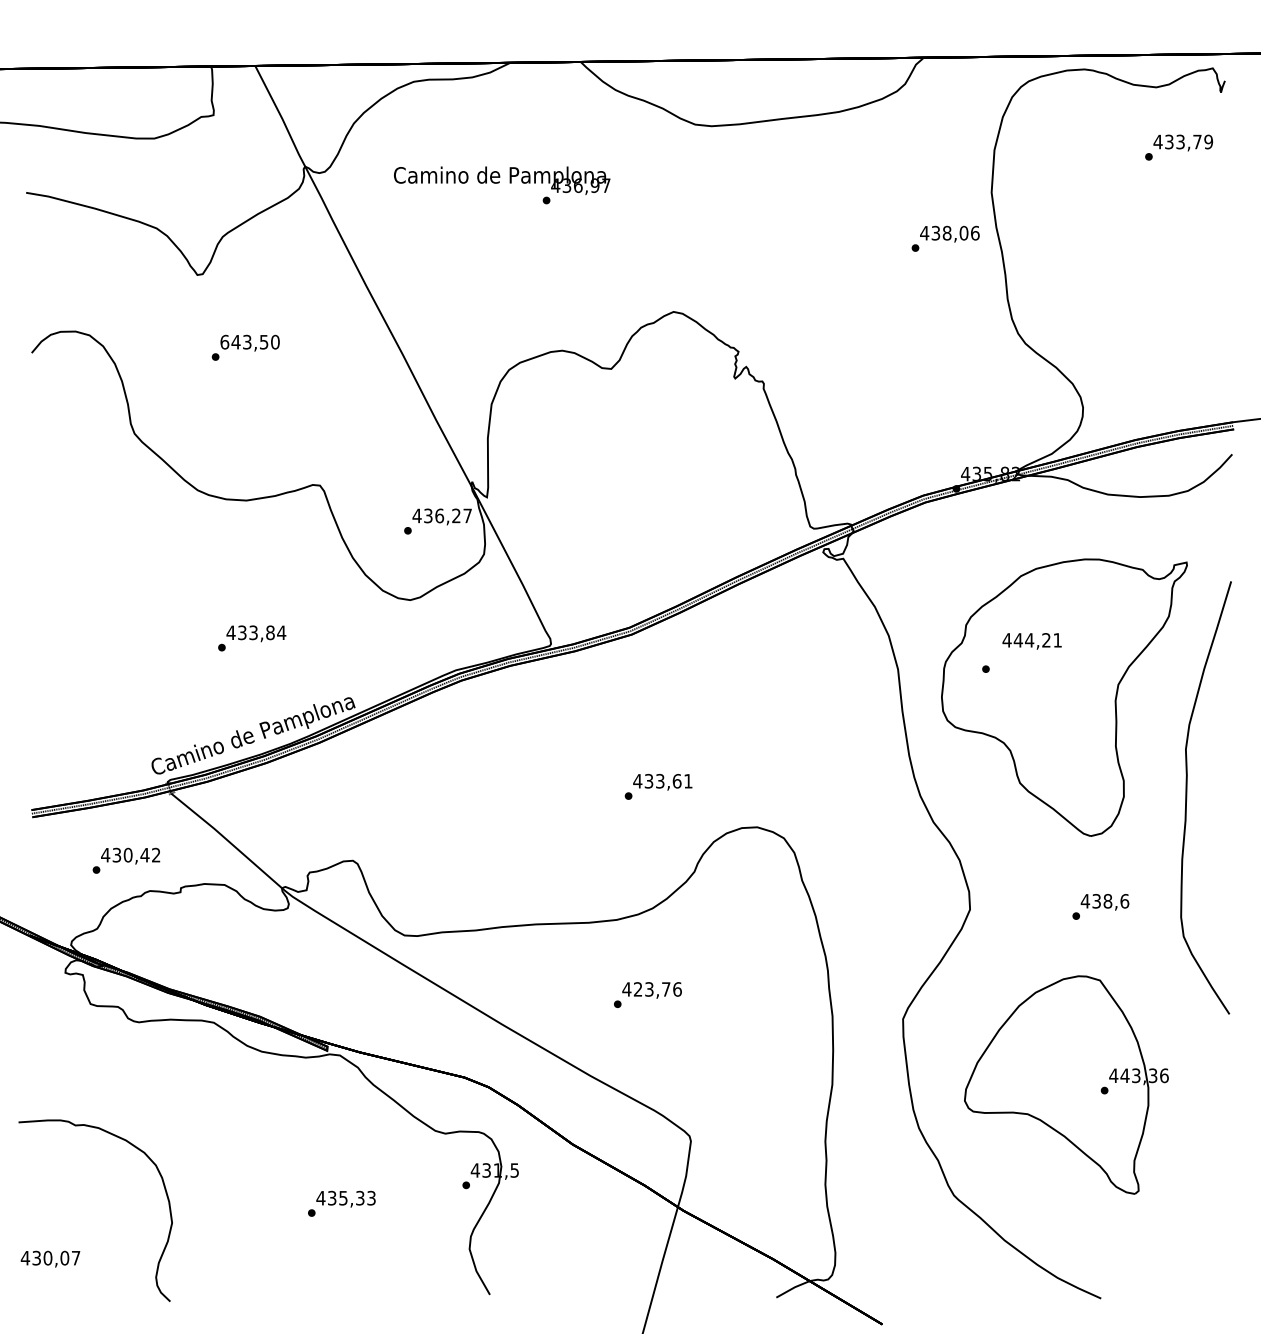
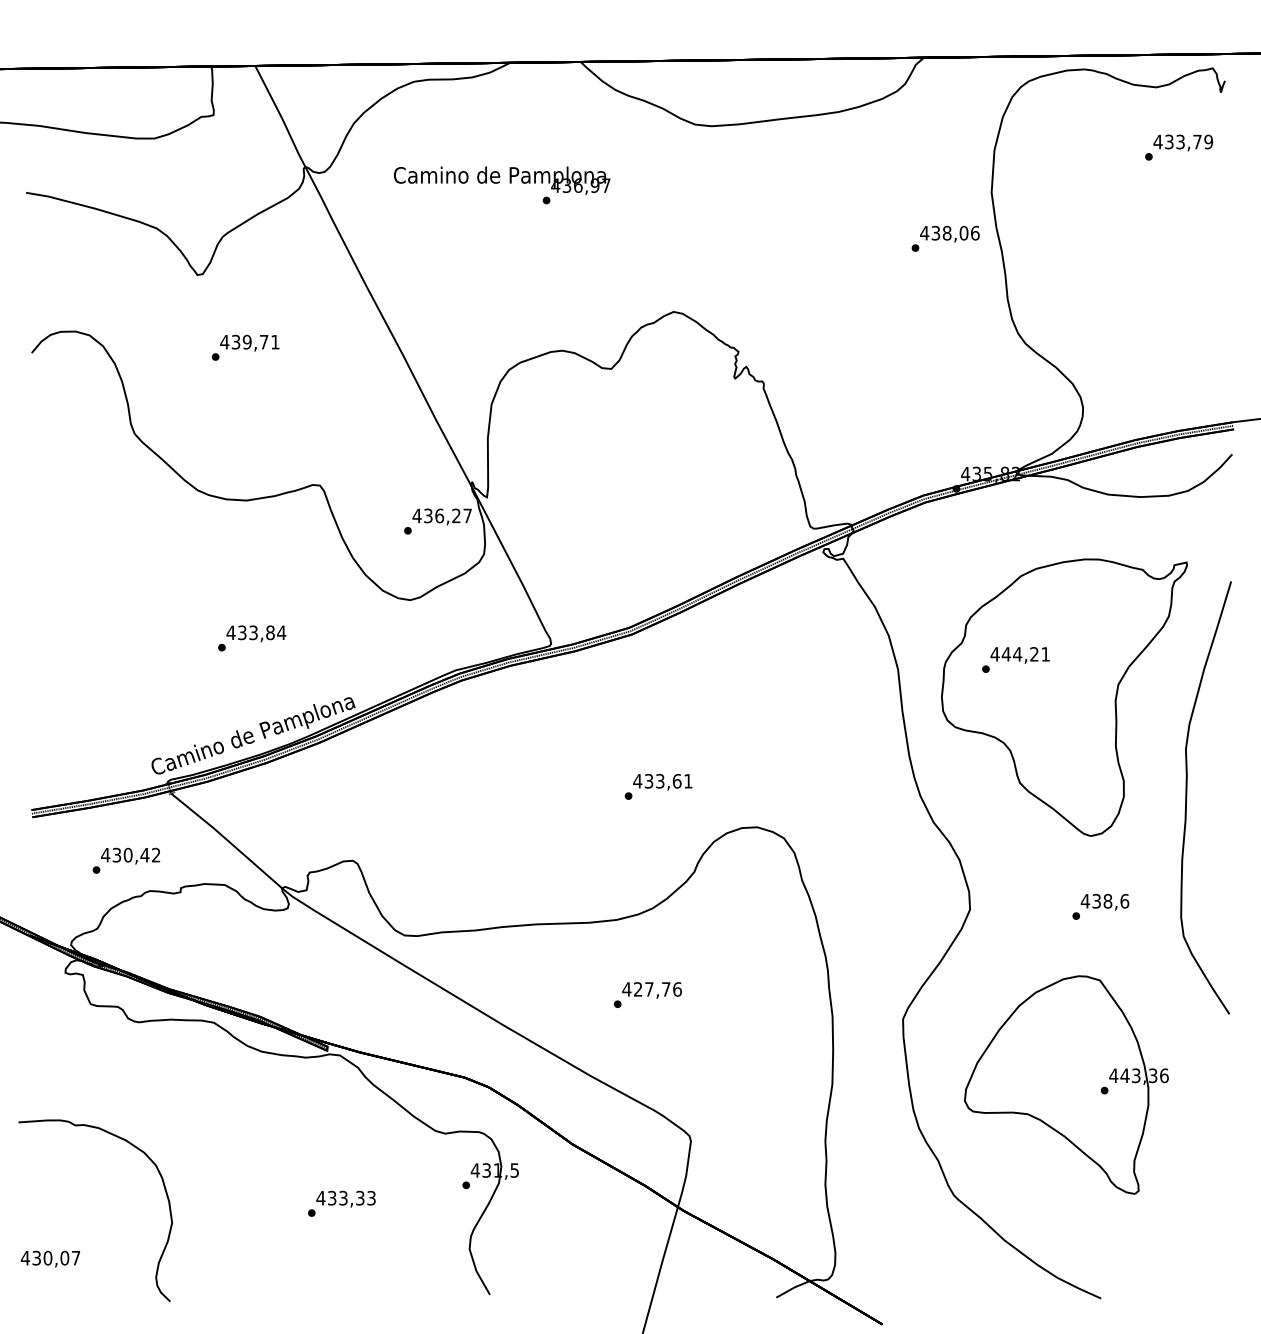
text at (249, 341): 643,50 -> 439,71
text at (1031, 641) position: (1031, 641) -> (1019, 655)
text at (649, 989): 423,76 -> 427,76
text at (343, 1197): 435,33 -> 433,33
